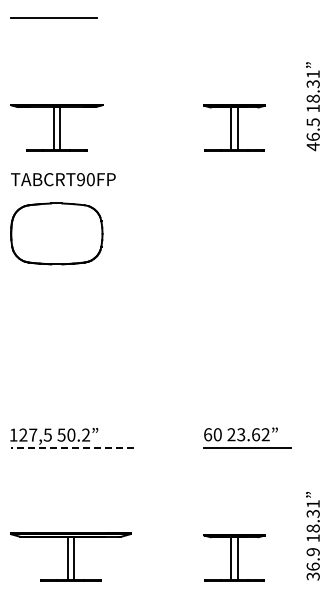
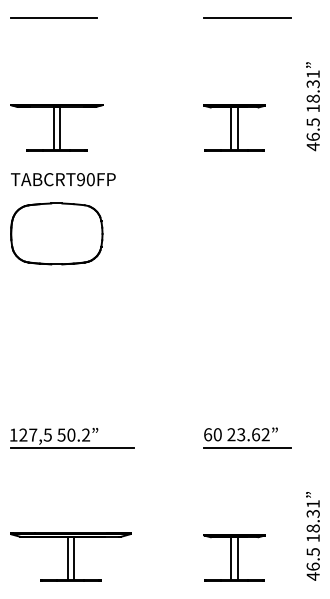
line at (246, 17): none -> present
line at (71, 447): dashed -> solid
text at (312, 564): 36.9 -> 46.5
